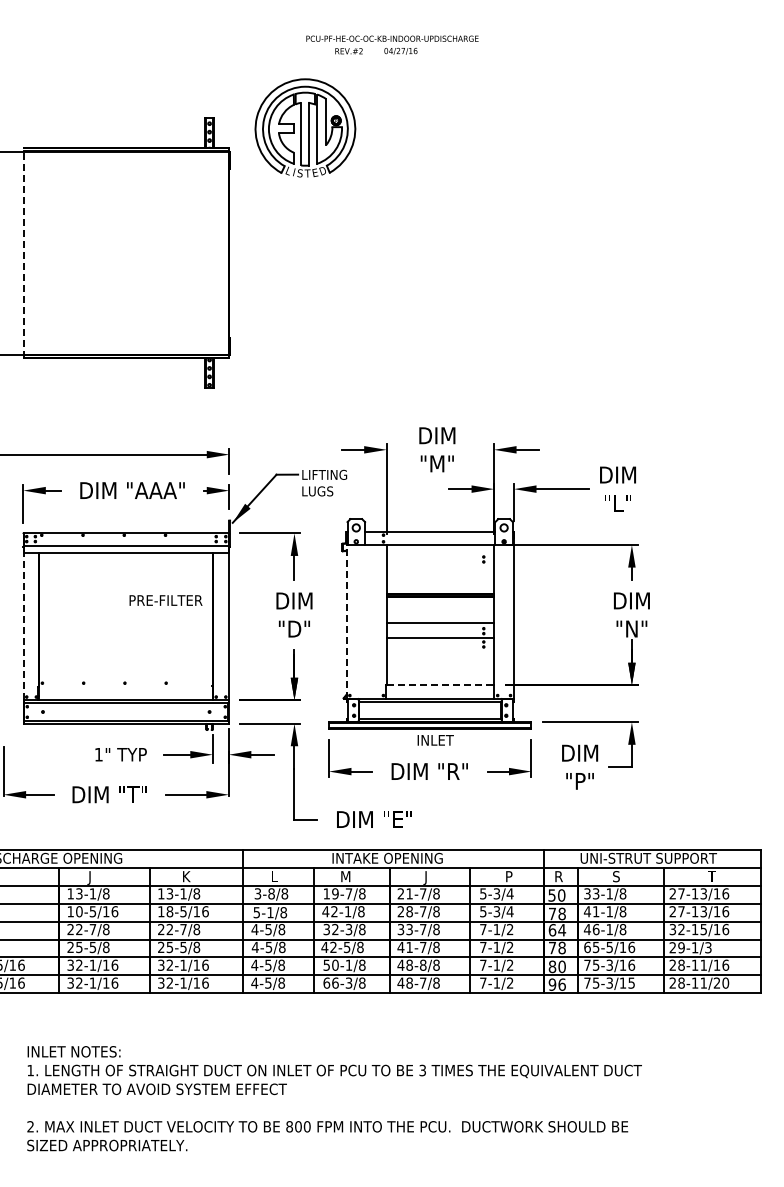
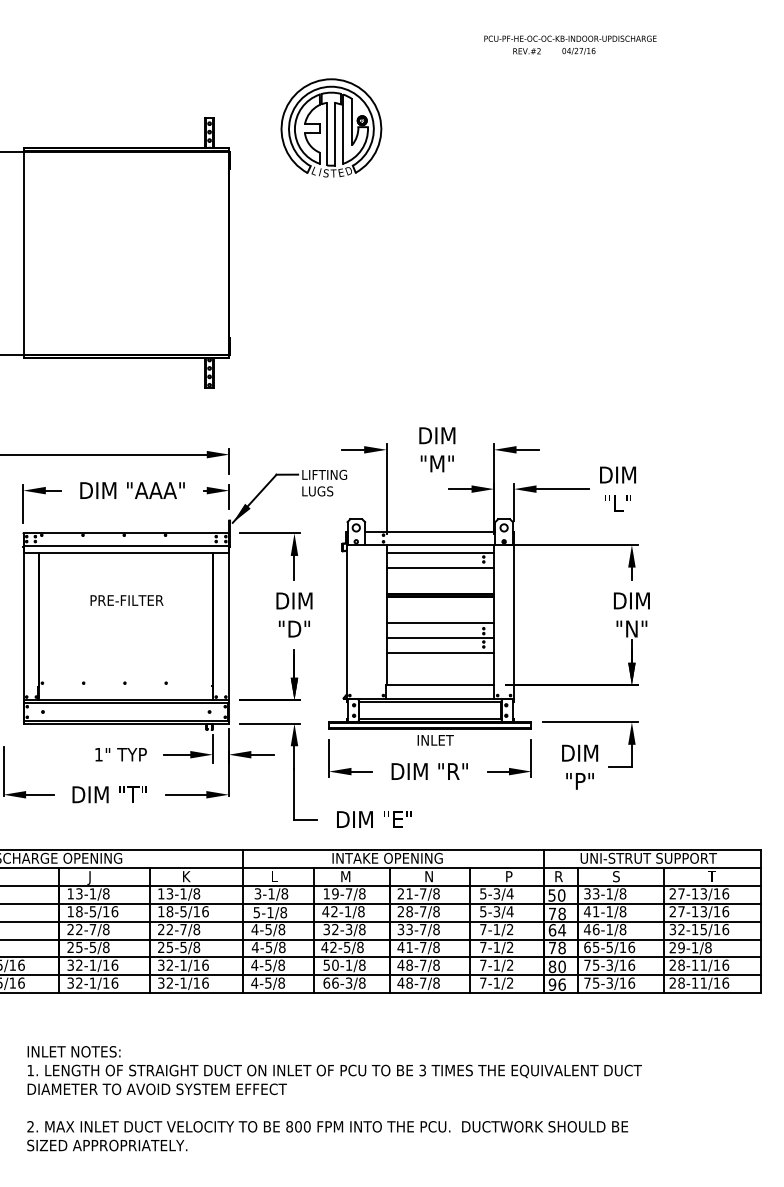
text at (392, 44) position: (392, 44) -> (570, 44)
part at (305, 127) position: (305, 127) -> (331, 127)
line at (23, 252): dashed -> solid
line at (440, 552): none -> present
line at (440, 567): none -> present
text at (165, 600) position: (165, 600) -> (126, 600)
line at (346, 621): dashed -> solid
line at (23, 623): dashed -> solid
line at (440, 652): none -> present
line at (440, 685): dashed -> solid
text at (427, 877): J -> N
text at (271, 893): 3-8/8 -> 3-1/8
text at (79, 911): 10-5/16 -> 18-5/16
text at (708, 947): 29-1/3 -> 29-1/8
text at (423, 964): 48-8/8 -> 48-7/8
text at (631, 982): 75-3/15 -> 75-3/16
text at (721, 982): 28-11/20 -> 28-11/16
